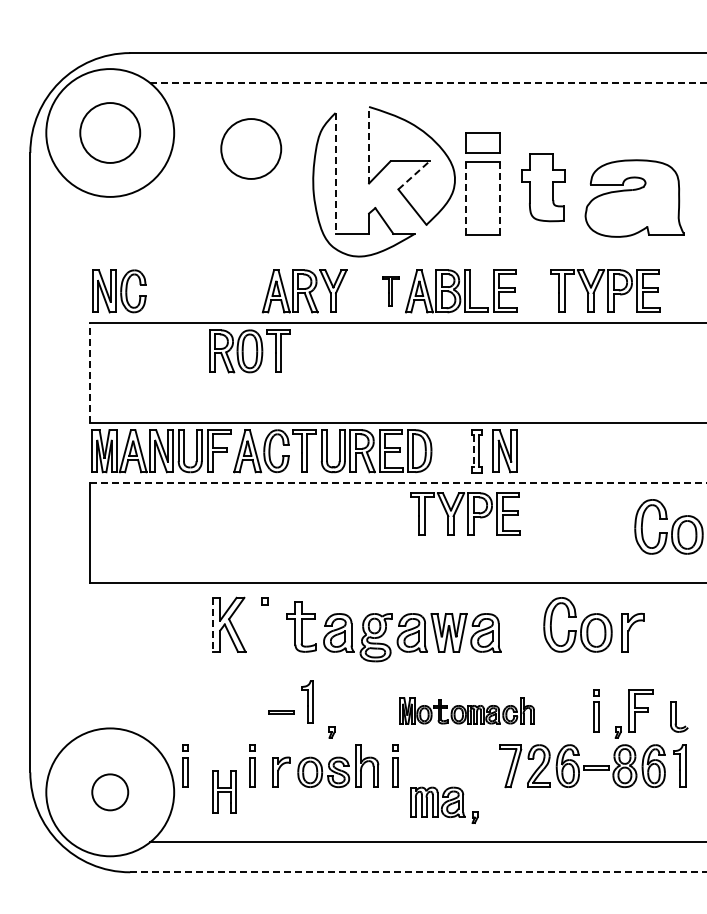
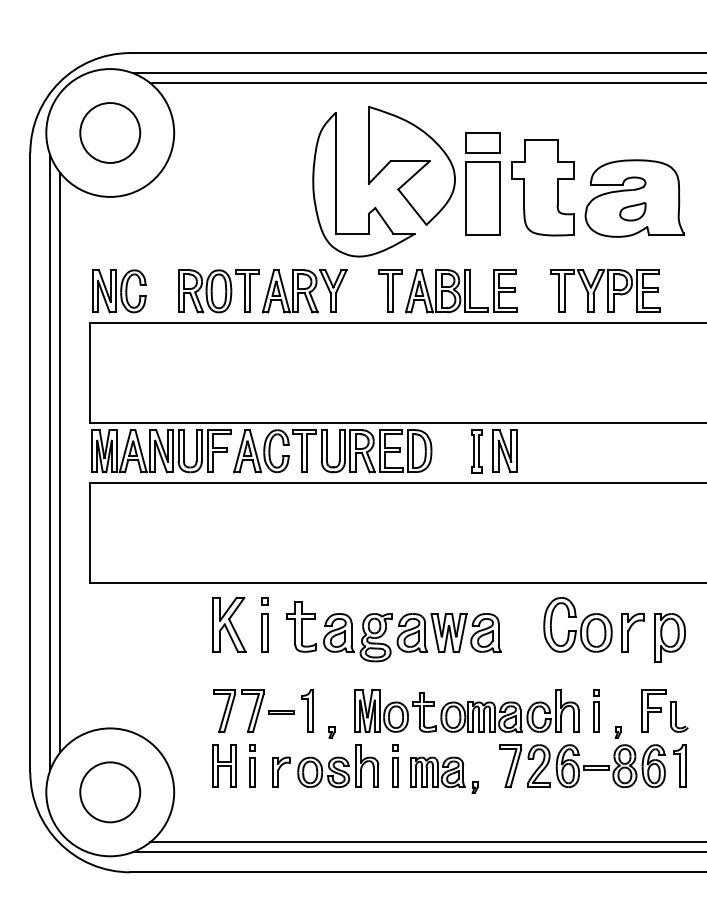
line at (417, 73): none -> present
line at (428, 83): dashed -> solid
line at (369, 144): dashed -> solid
circle at (251, 148): present -> none
line at (335, 173): dashed -> solid
line at (414, 175): dashed -> solid
part at (543, 187) size: 45x70 px -> 64x98 px
line at (466, 198): dashed -> solid
line at (499, 199): dashed -> solid
part at (632, 211): none -> present
part at (390, 291) size: 18x31 px -> 25x44 px
part at (249, 351) position: (249, 351) -> (218, 291)
line at (90, 372): dashed -> solid
line at (473, 451): dashed -> solid
line at (50, 462): none -> present
line at (60, 462): none -> present
line at (398, 482): dashed -> solid
part at (465, 513): present -> none
part at (668, 526): present -> none
line at (213, 625): dashed -> solid
part at (264, 632): none -> present
part at (669, 637): none -> present
part at (307, 701) position: (307, 701) -> (307, 710)
part at (232, 707): none -> present
part at (466, 710) size: 136x28 px -> 226x44 px
part at (640, 710) position: (640, 710) -> (653, 710)
part at (185, 765): present -> none
part at (224, 791) position: (224, 791) -> (224, 765)
circle at (110, 792) diameter: 36 px -> 60 px
part at (444, 804) position: (444, 804) -> (444, 774)
line at (417, 852): none -> present
line at (418, 872): dashed -> solid
